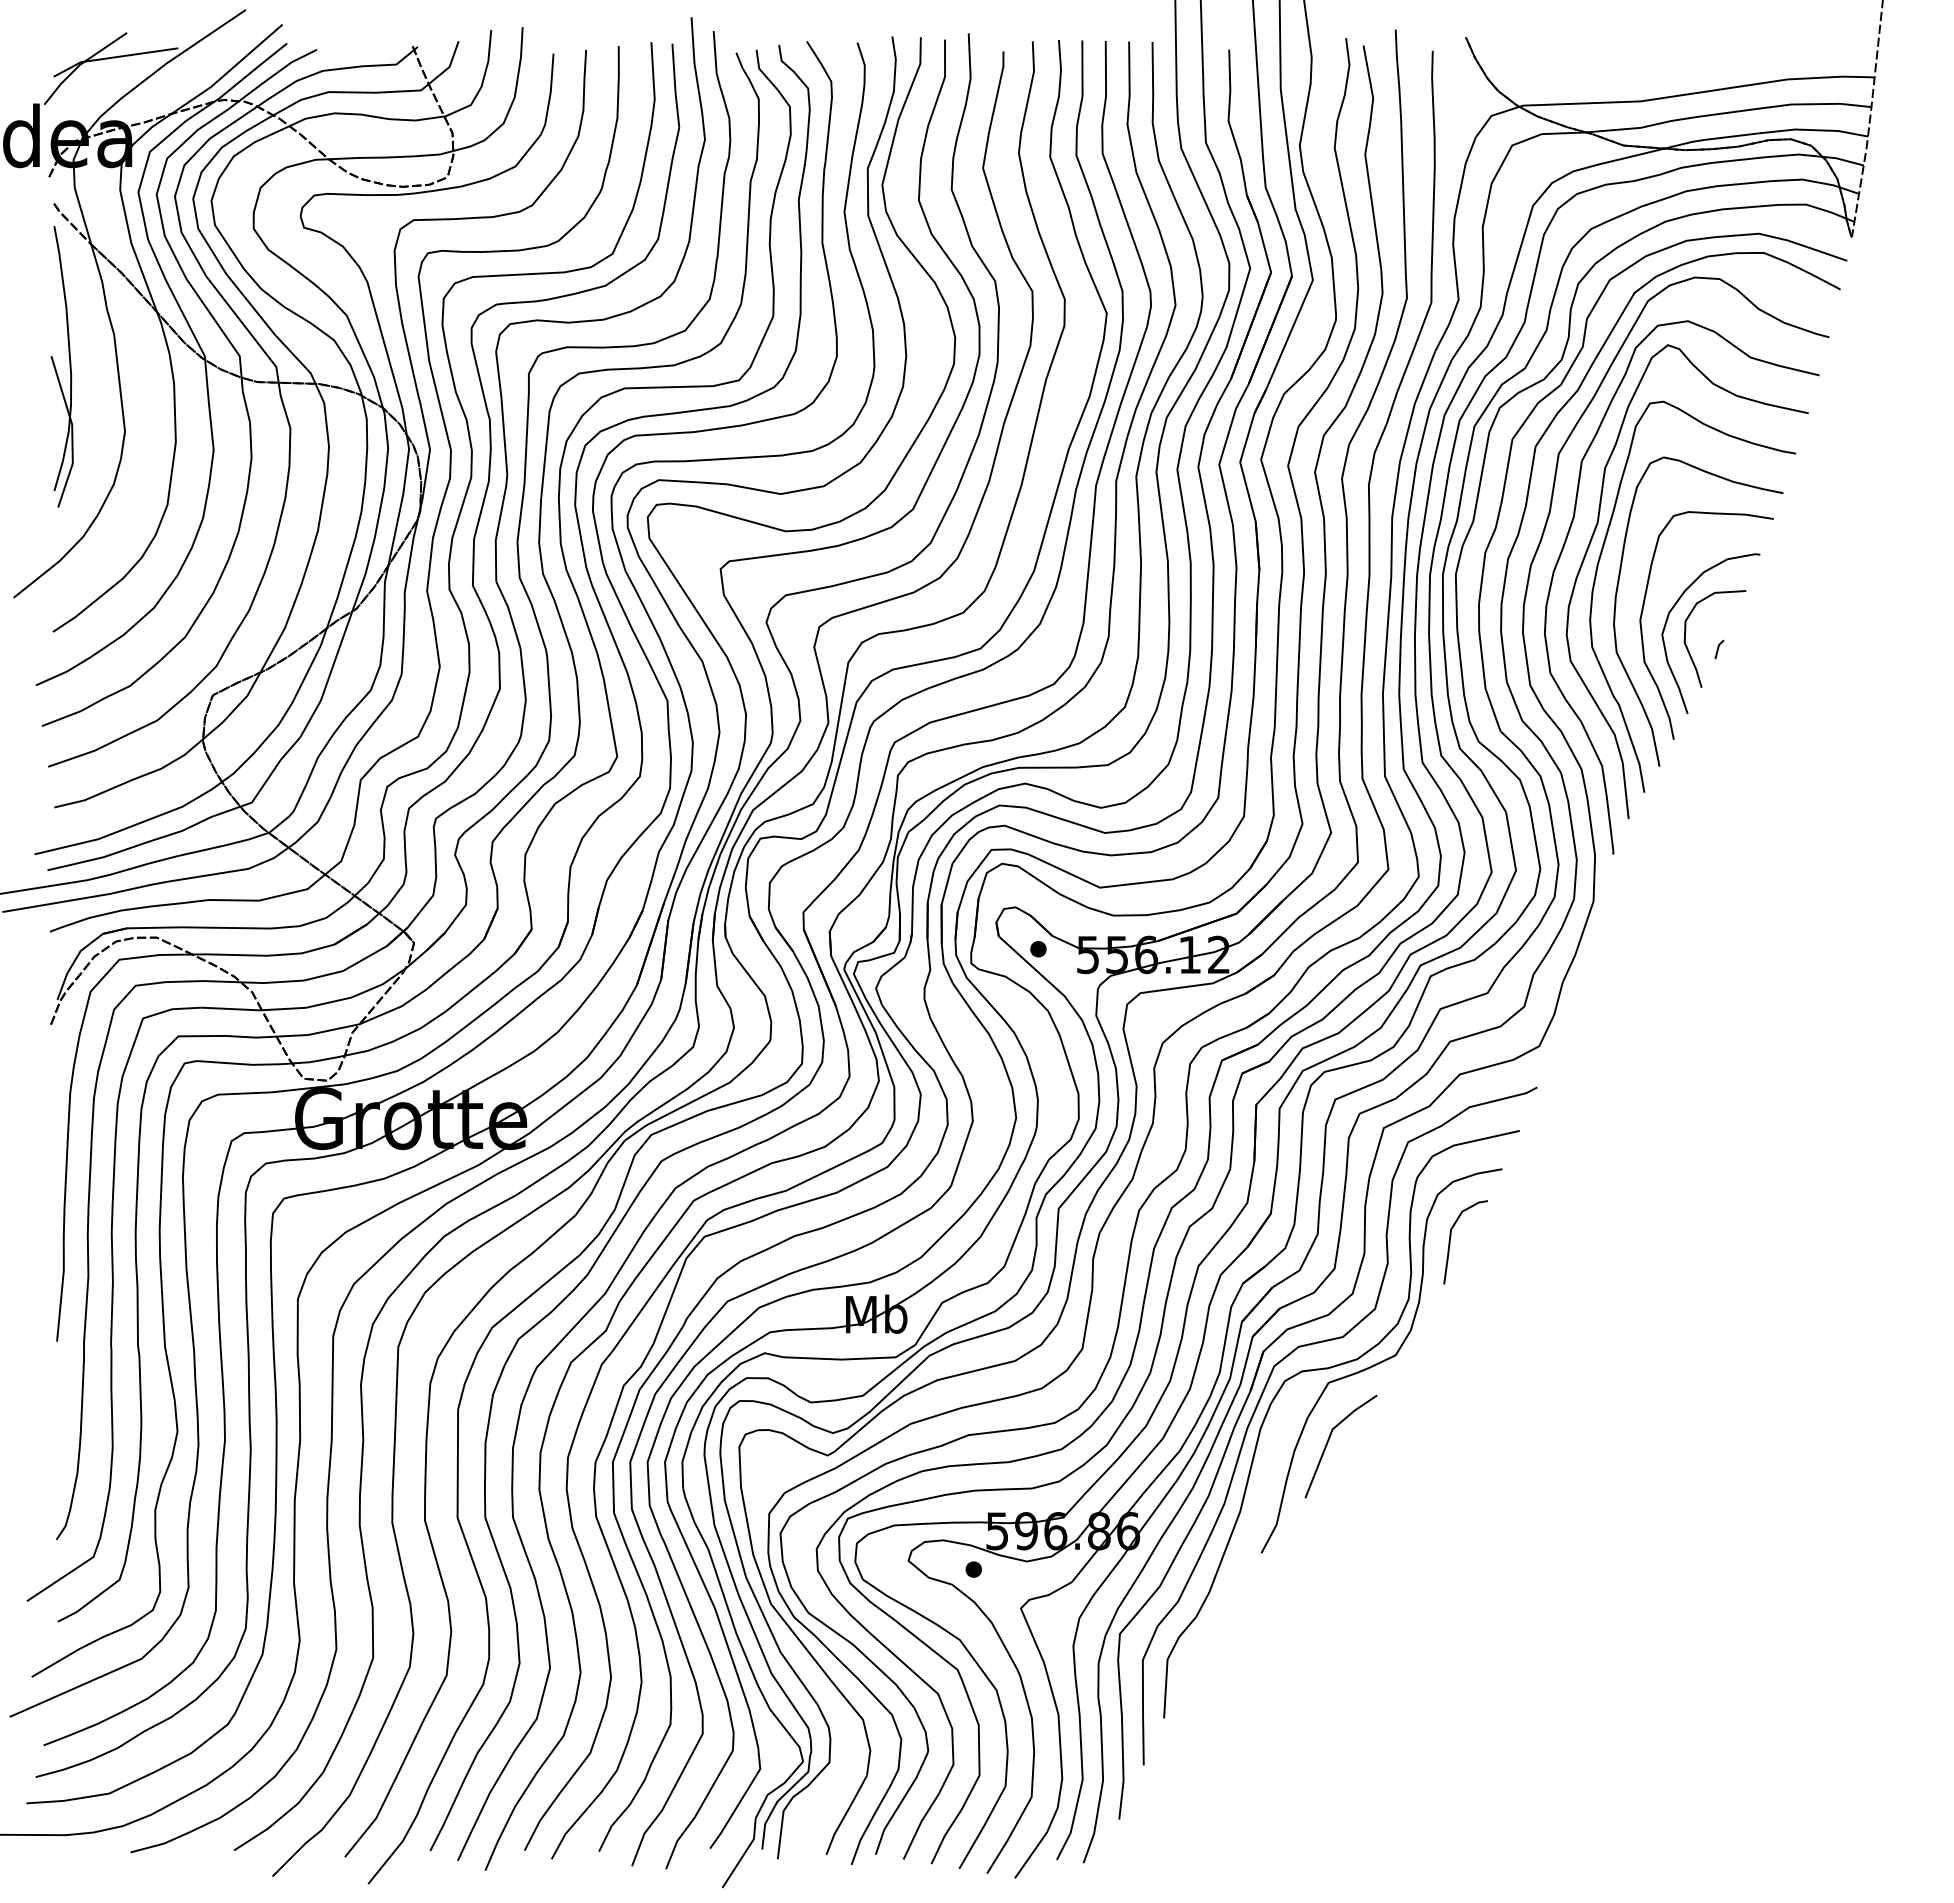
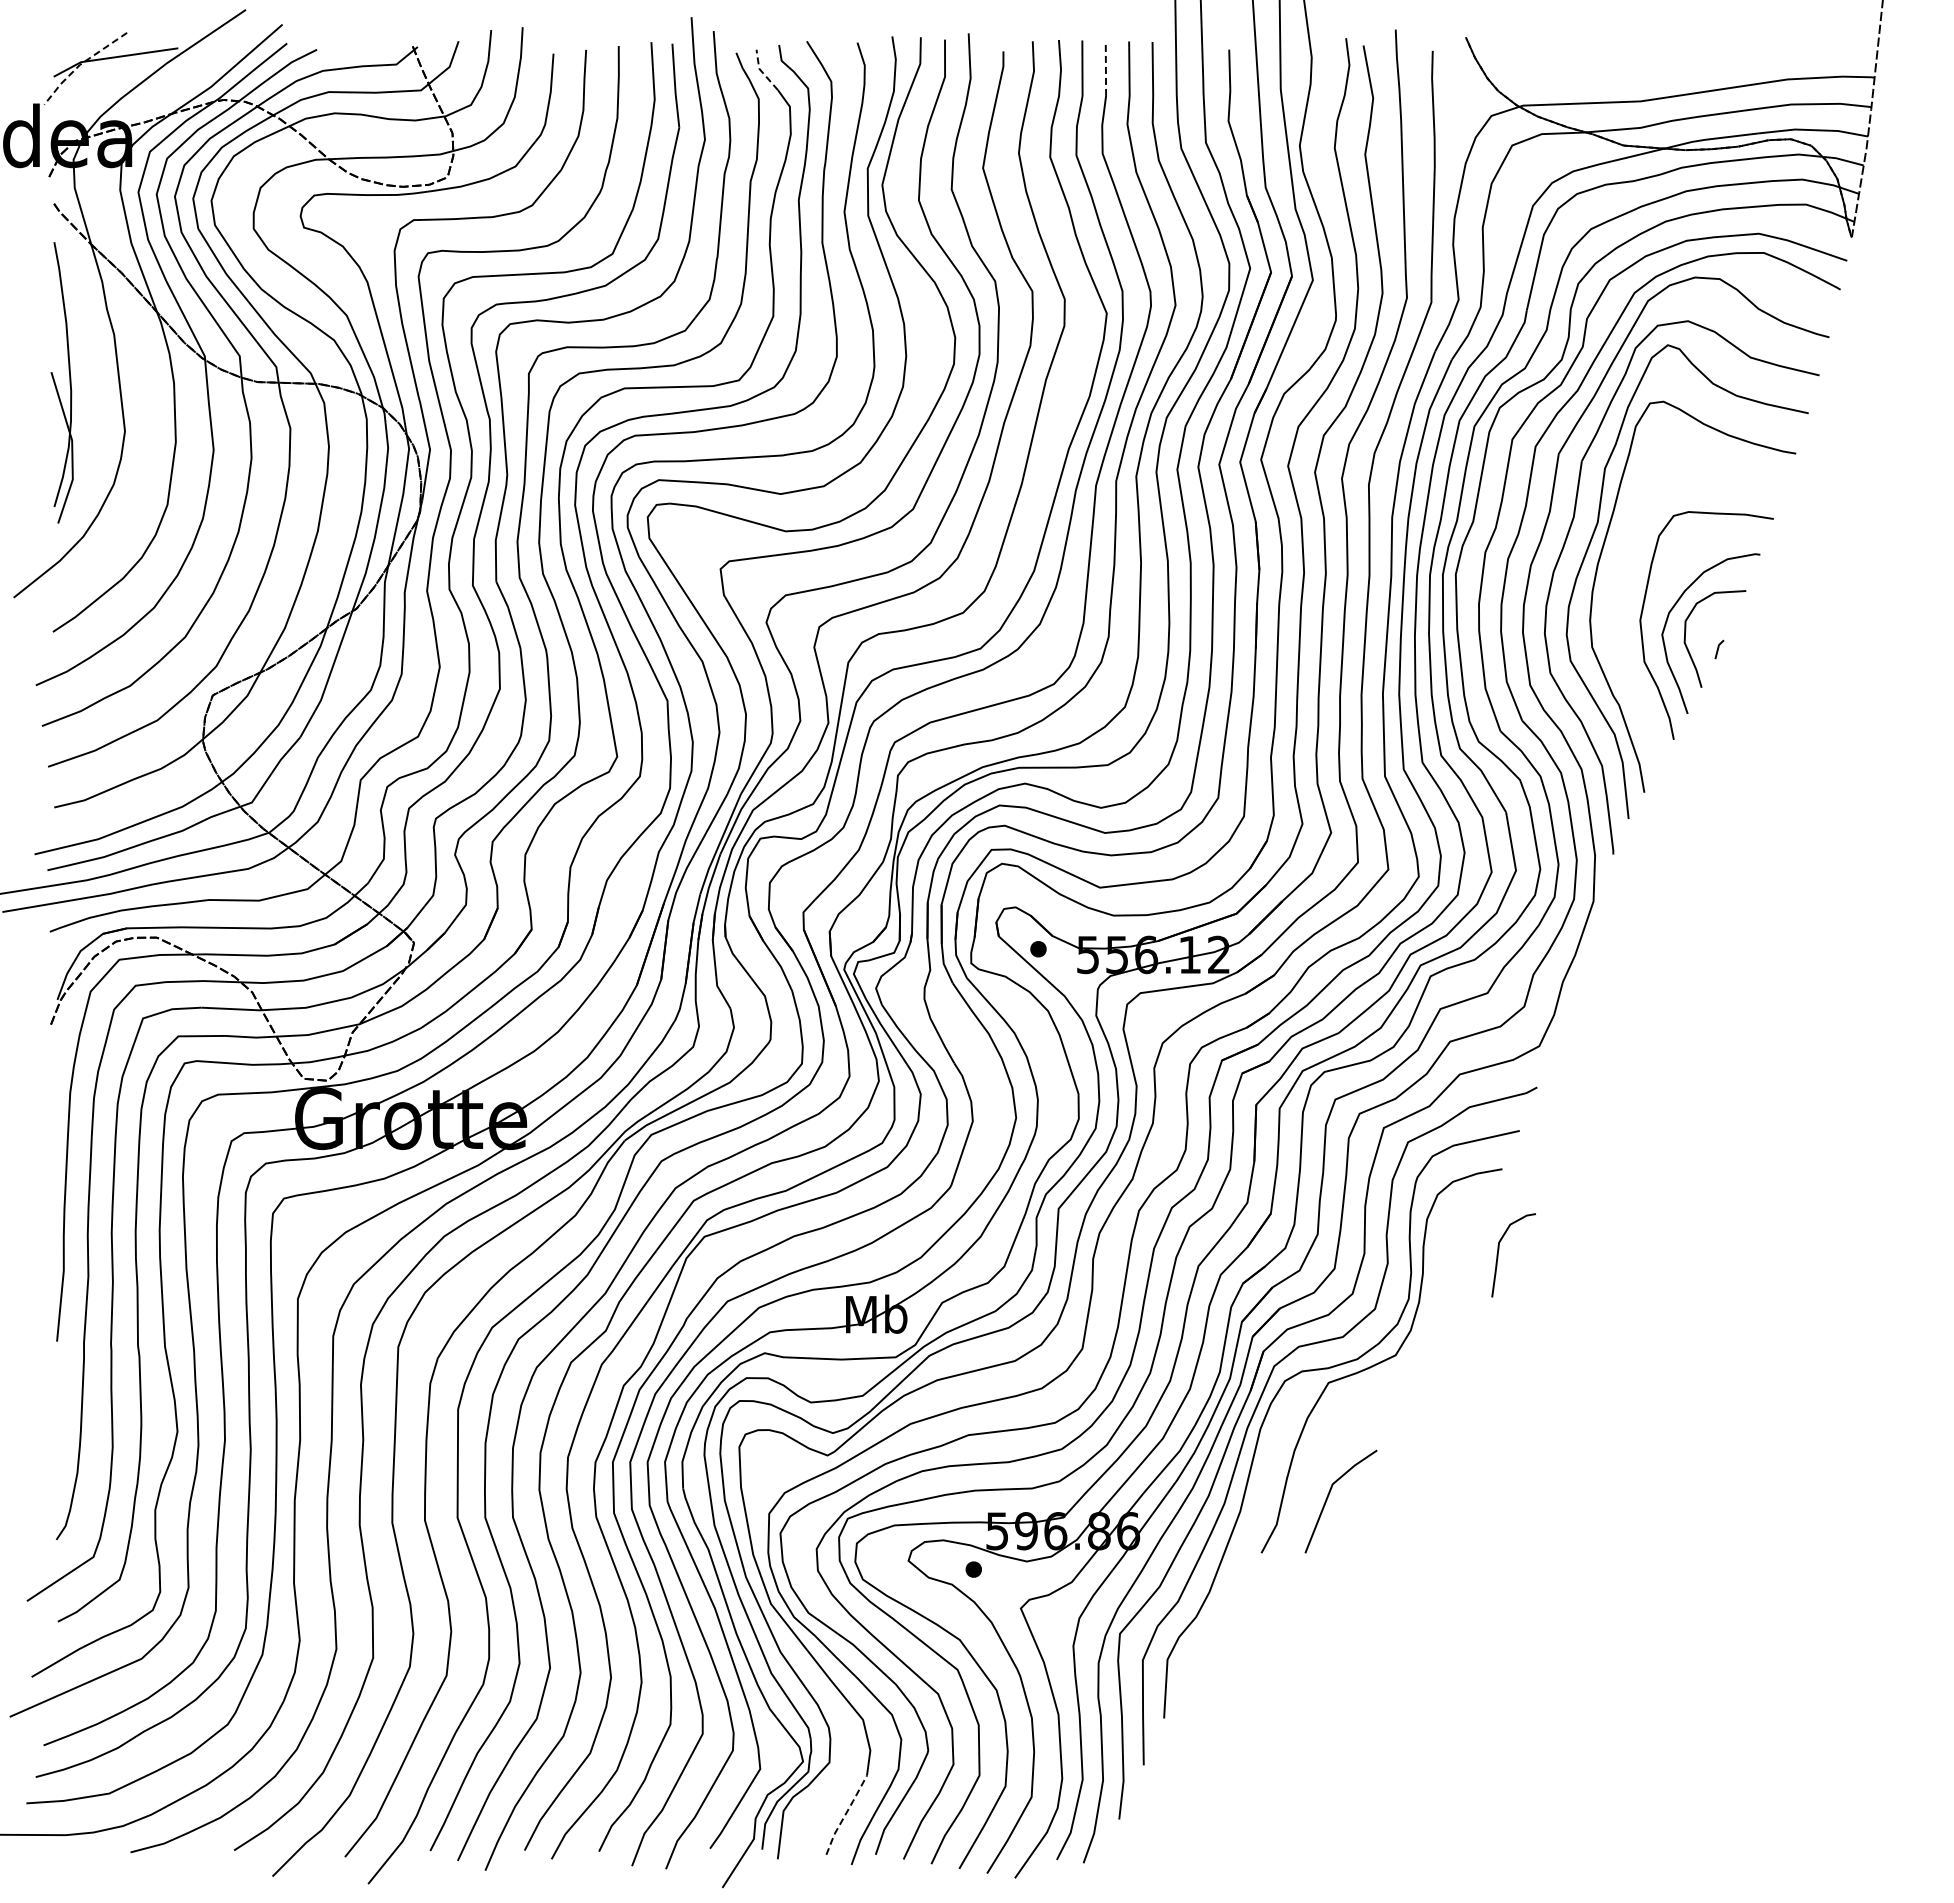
line at (80, 64): solid -> dashed
line at (1105, 67): solid -> dashed
line at (761, 71): solid -> dashed
part at (61, 366) position: (61, 366) -> (61, 382)
curve at (1616, 605): present -> none
curve at (1451, 1237) position: (1451, 1237) -> (1499, 1250)
line at (1329, 1440) position: (1329, 1440) -> (1329, 1495)
line at (845, 1813): solid -> dashed
